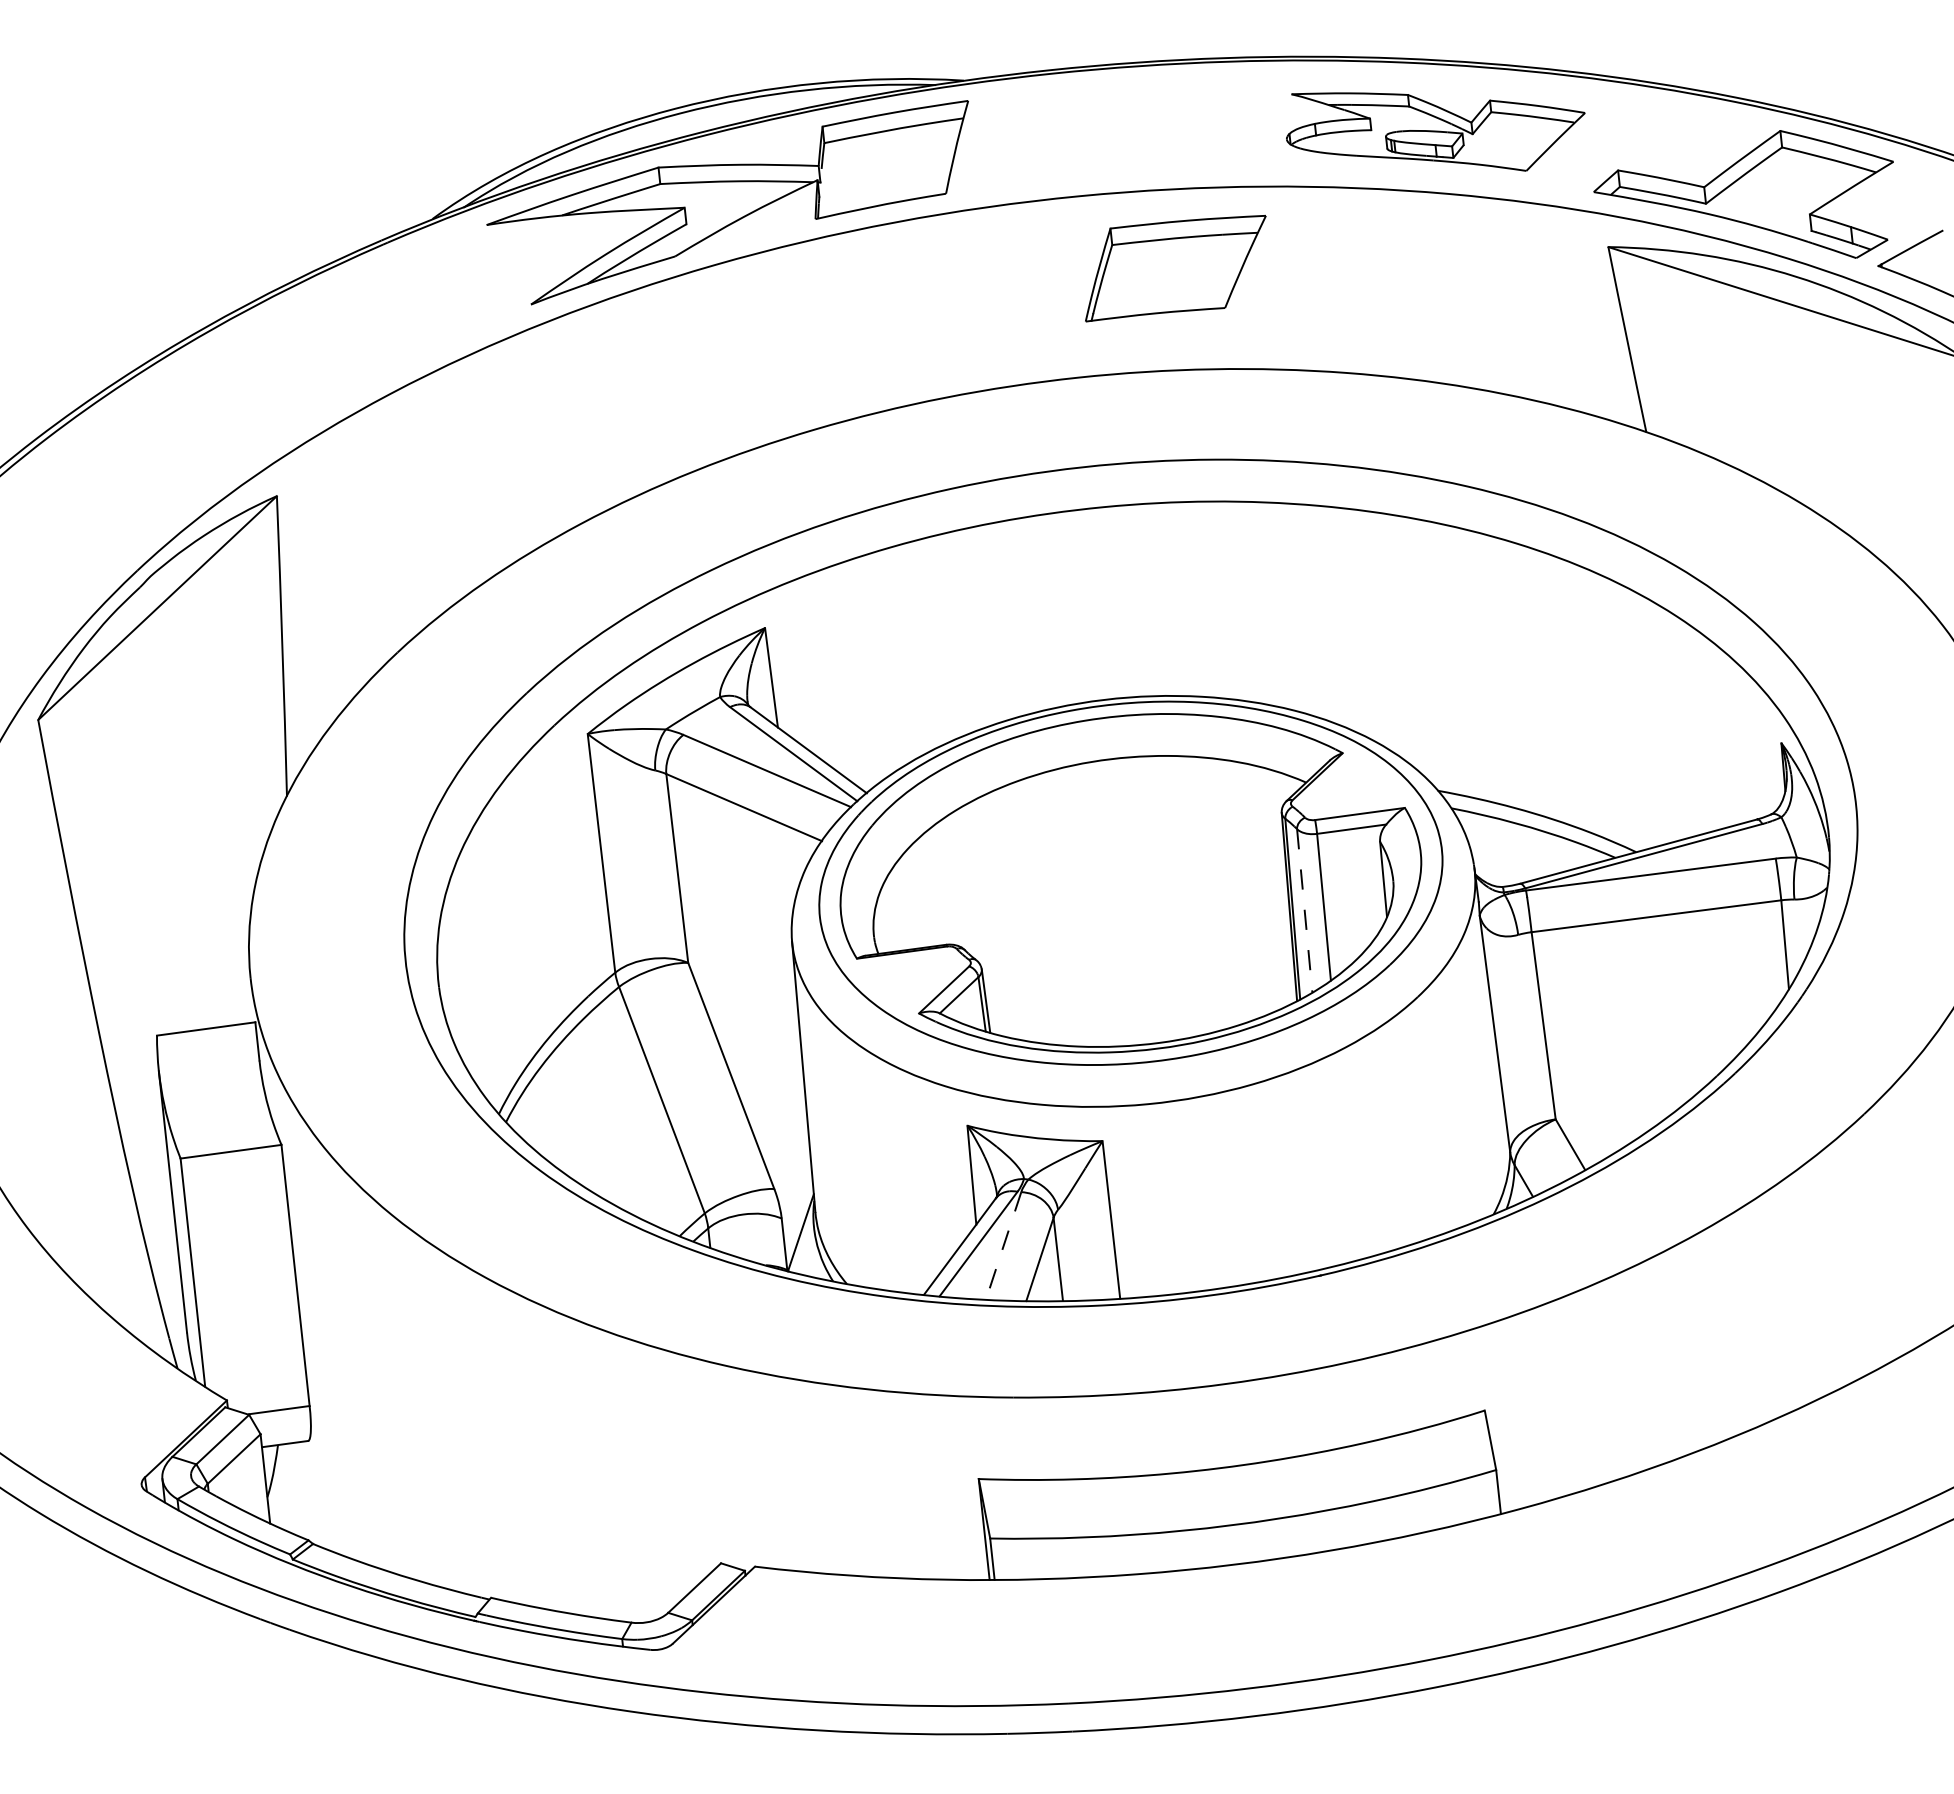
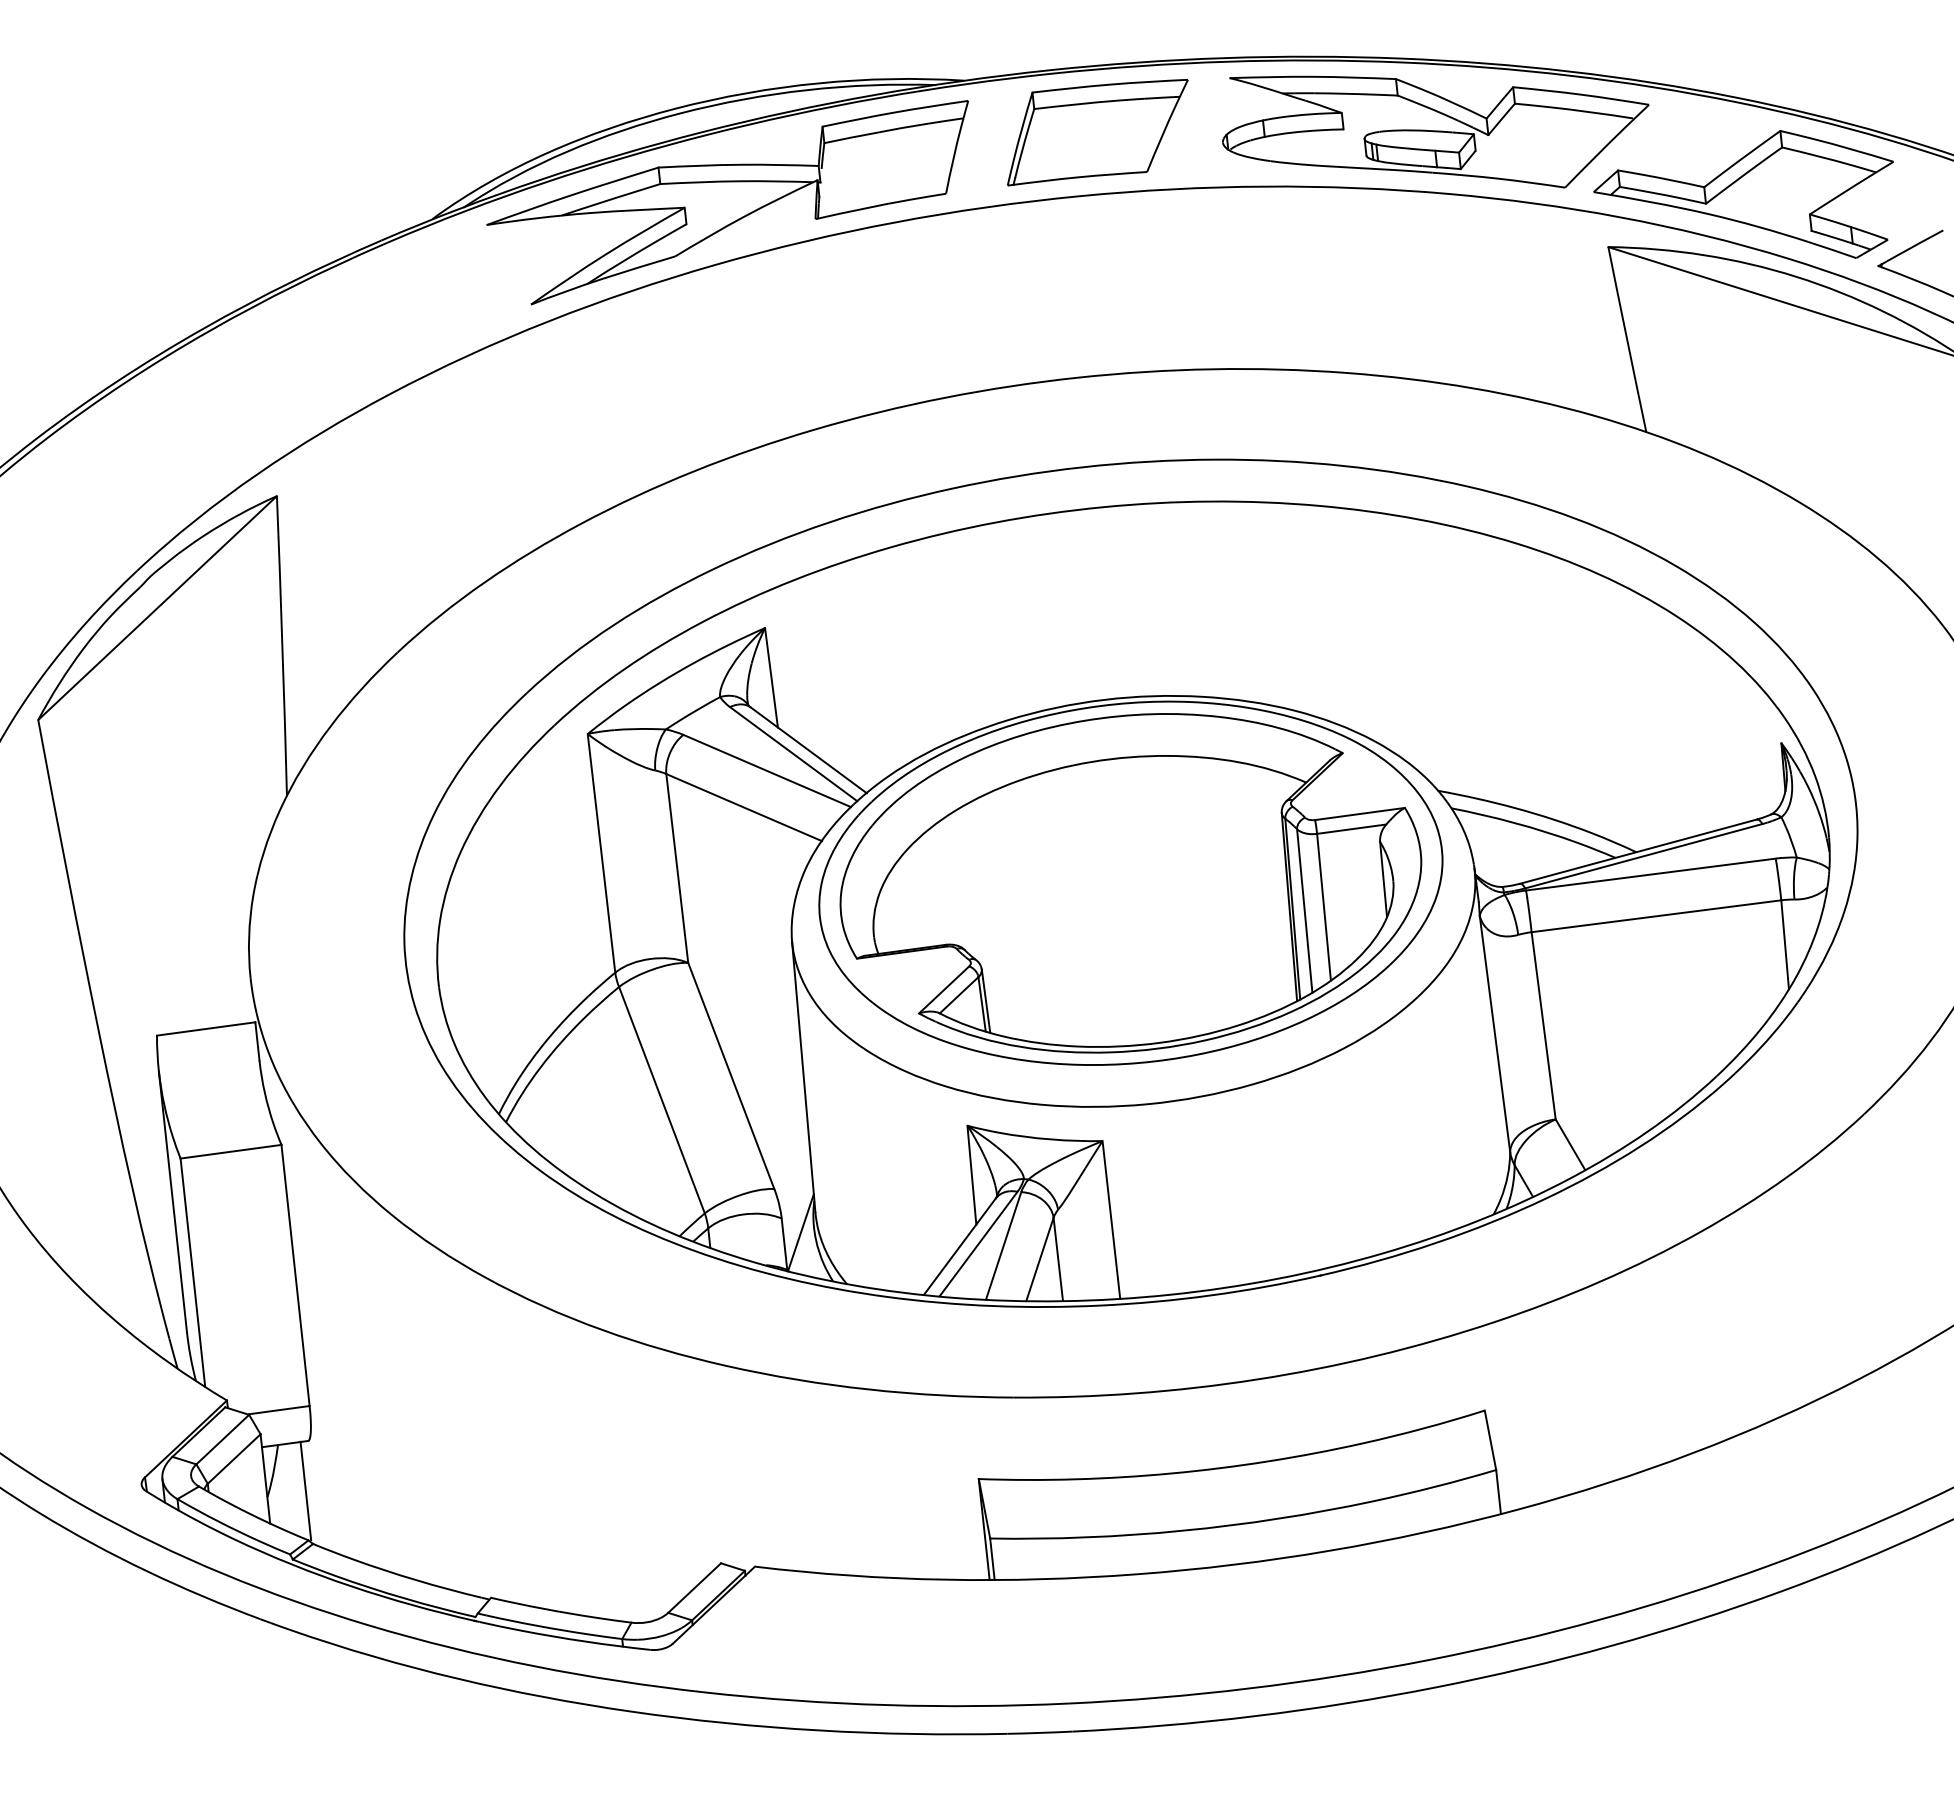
part at (1435, 131) size: 300x80 px -> 428x114 px
part at (1175, 268) position: (1175, 268) -> (1097, 132)
line at (1304, 911): dashed -> solid
line at (1003, 1245): dashed -> solid
line at (305, 1490): none -> present
